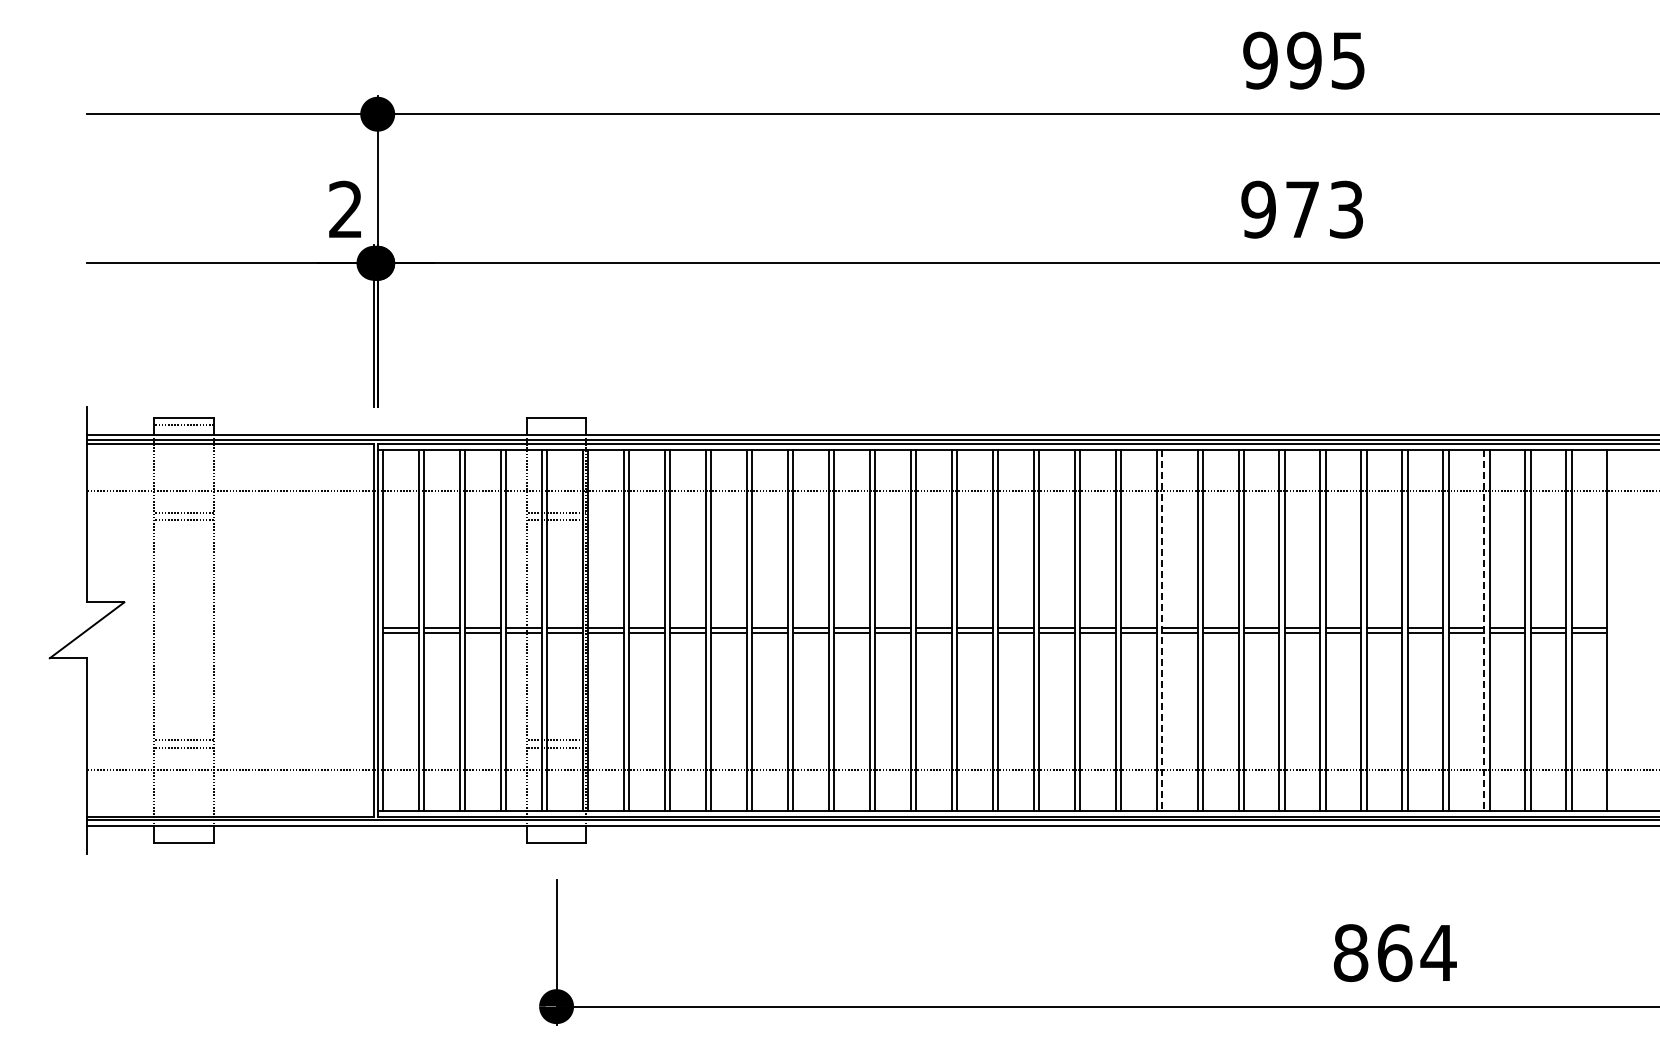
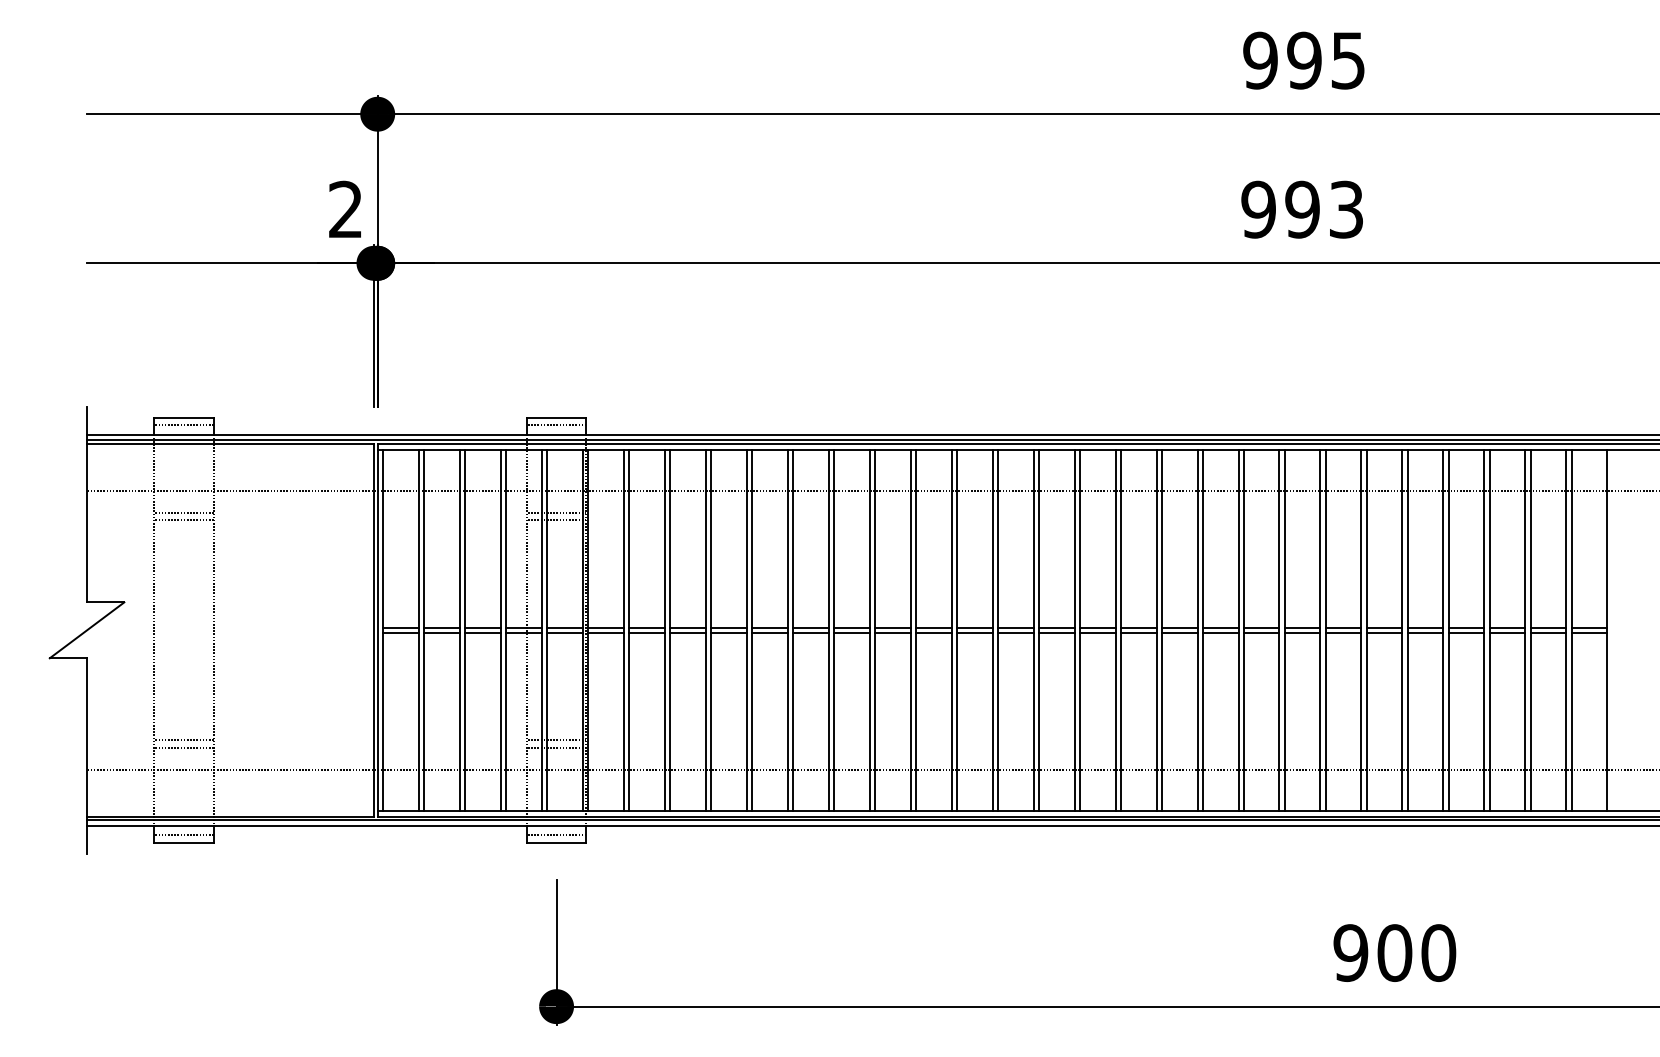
text at (1302, 209): 973 -> 993
line at (556, 425): none -> present
line at (1162, 630): dashed -> solid
line at (1484, 630): dashed -> solid
line at (183, 835): none -> present
line at (556, 835): none -> present
text at (1394, 953): 864 -> 900
